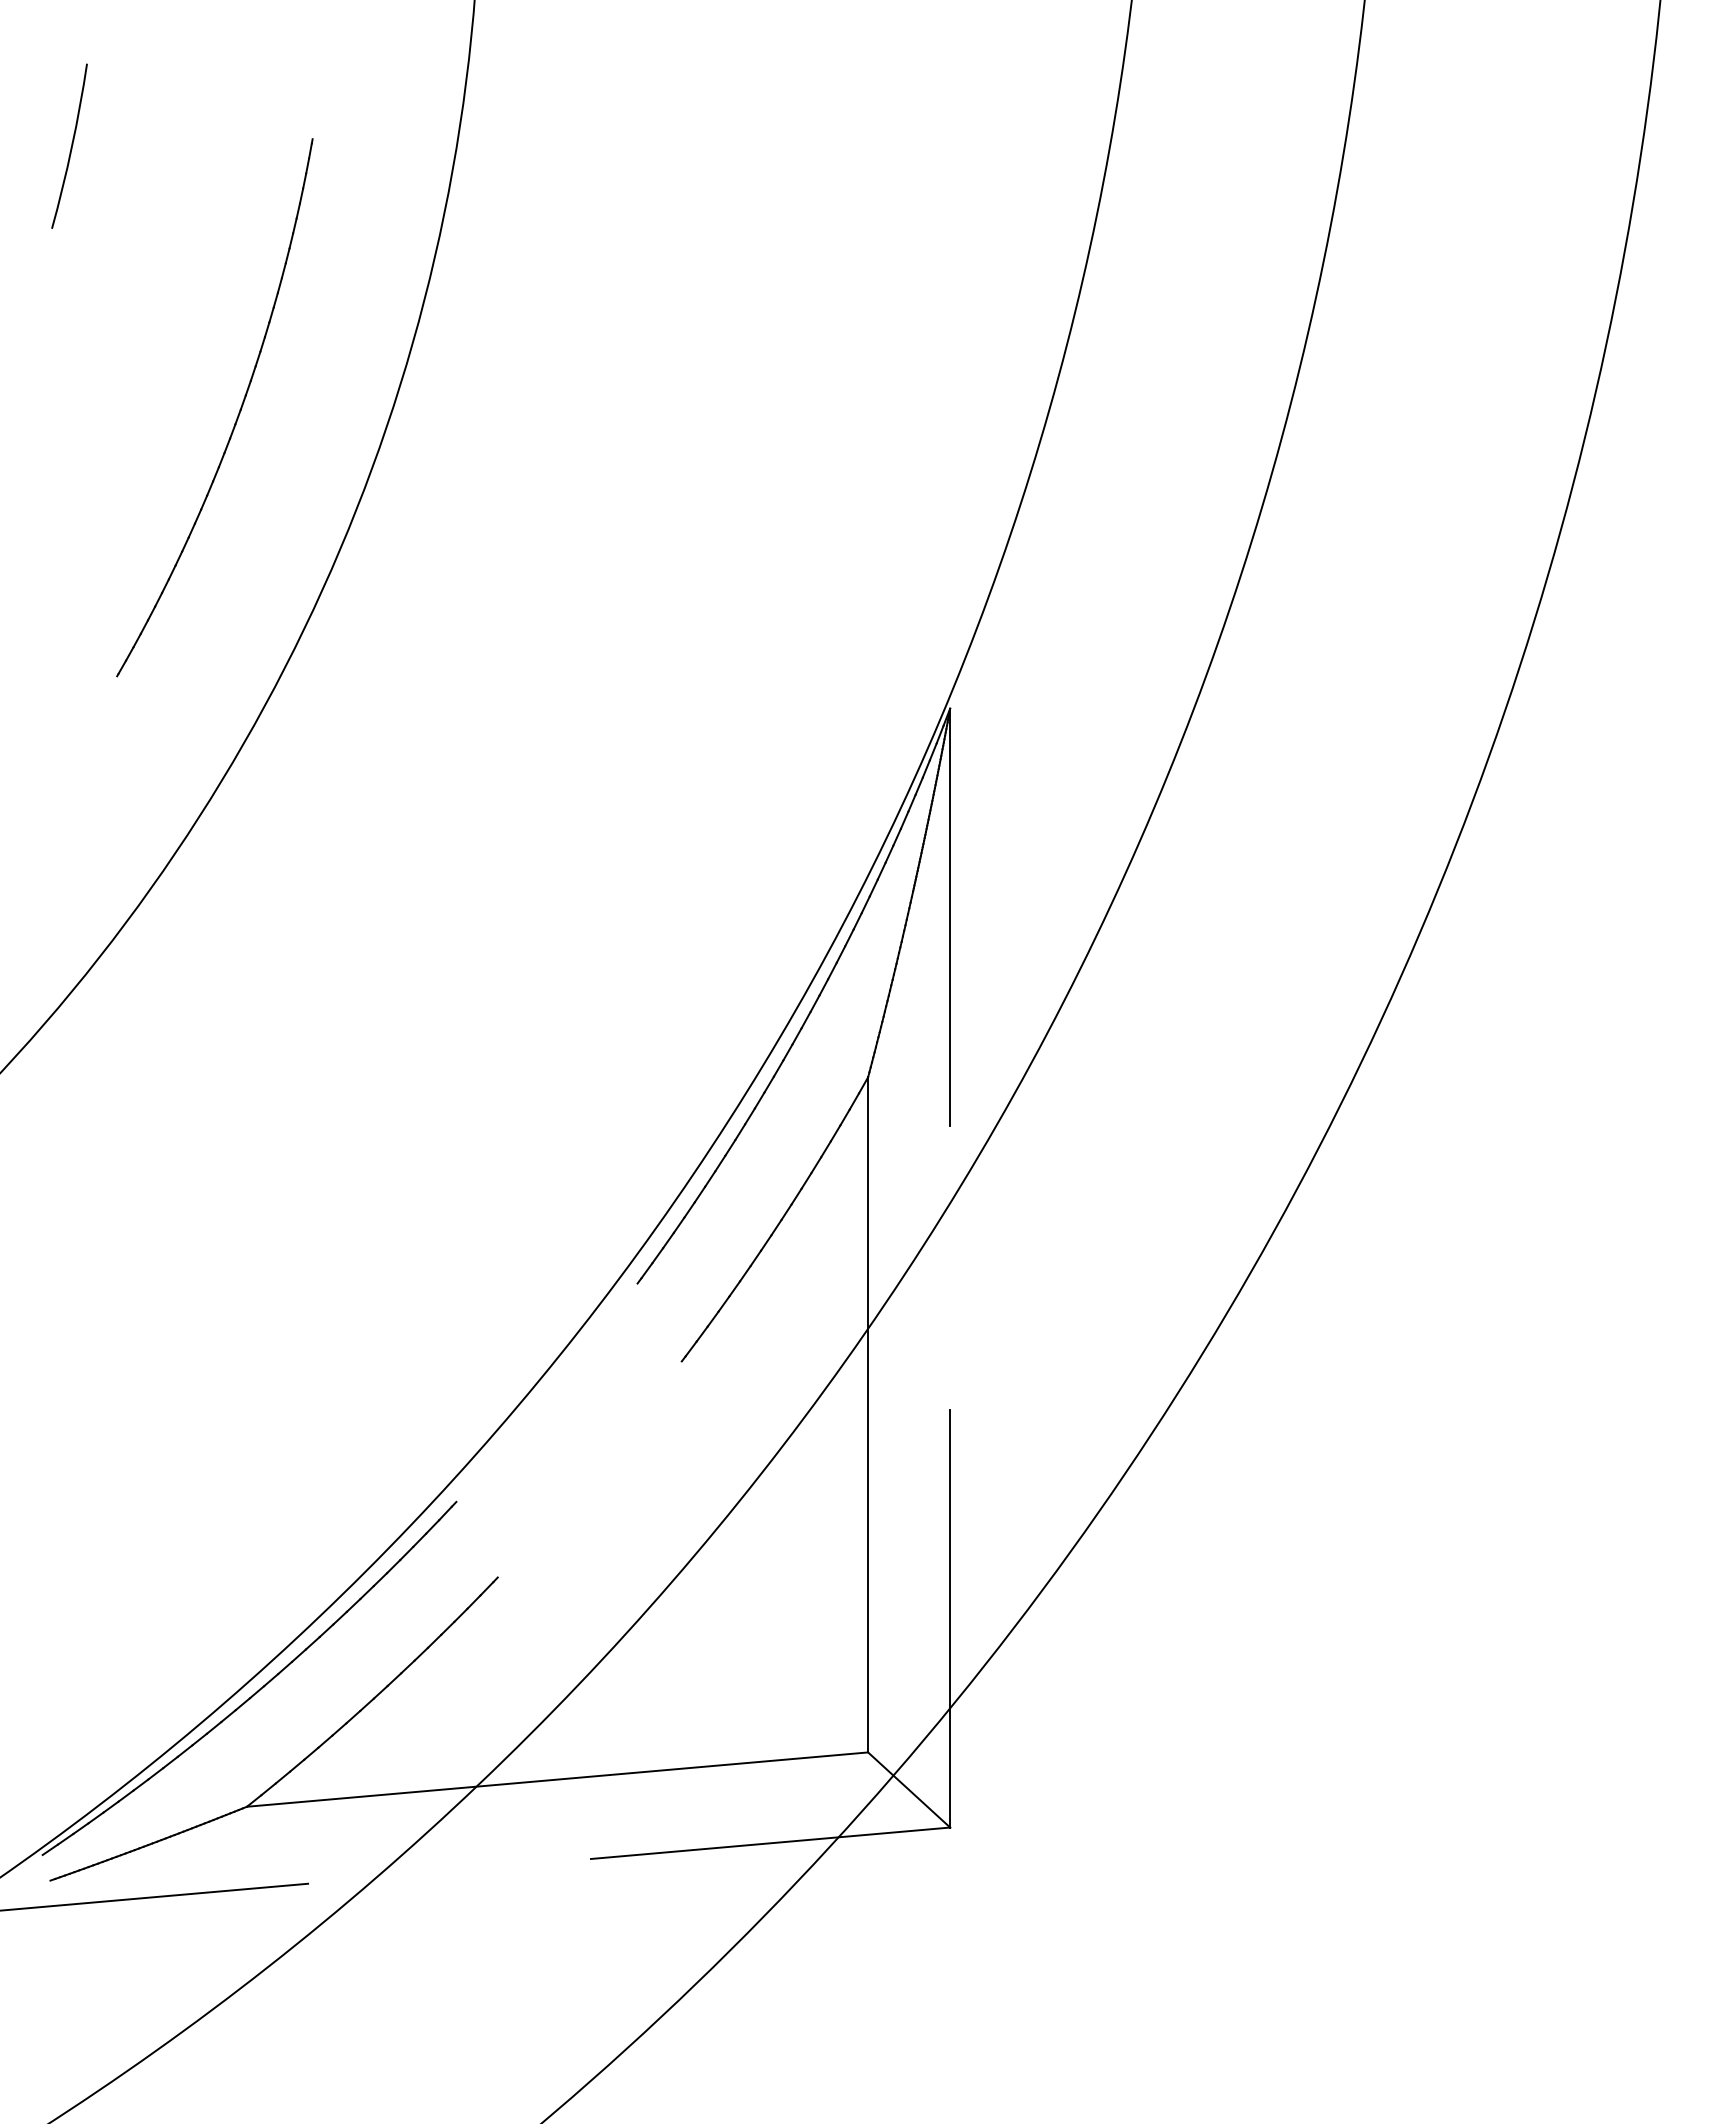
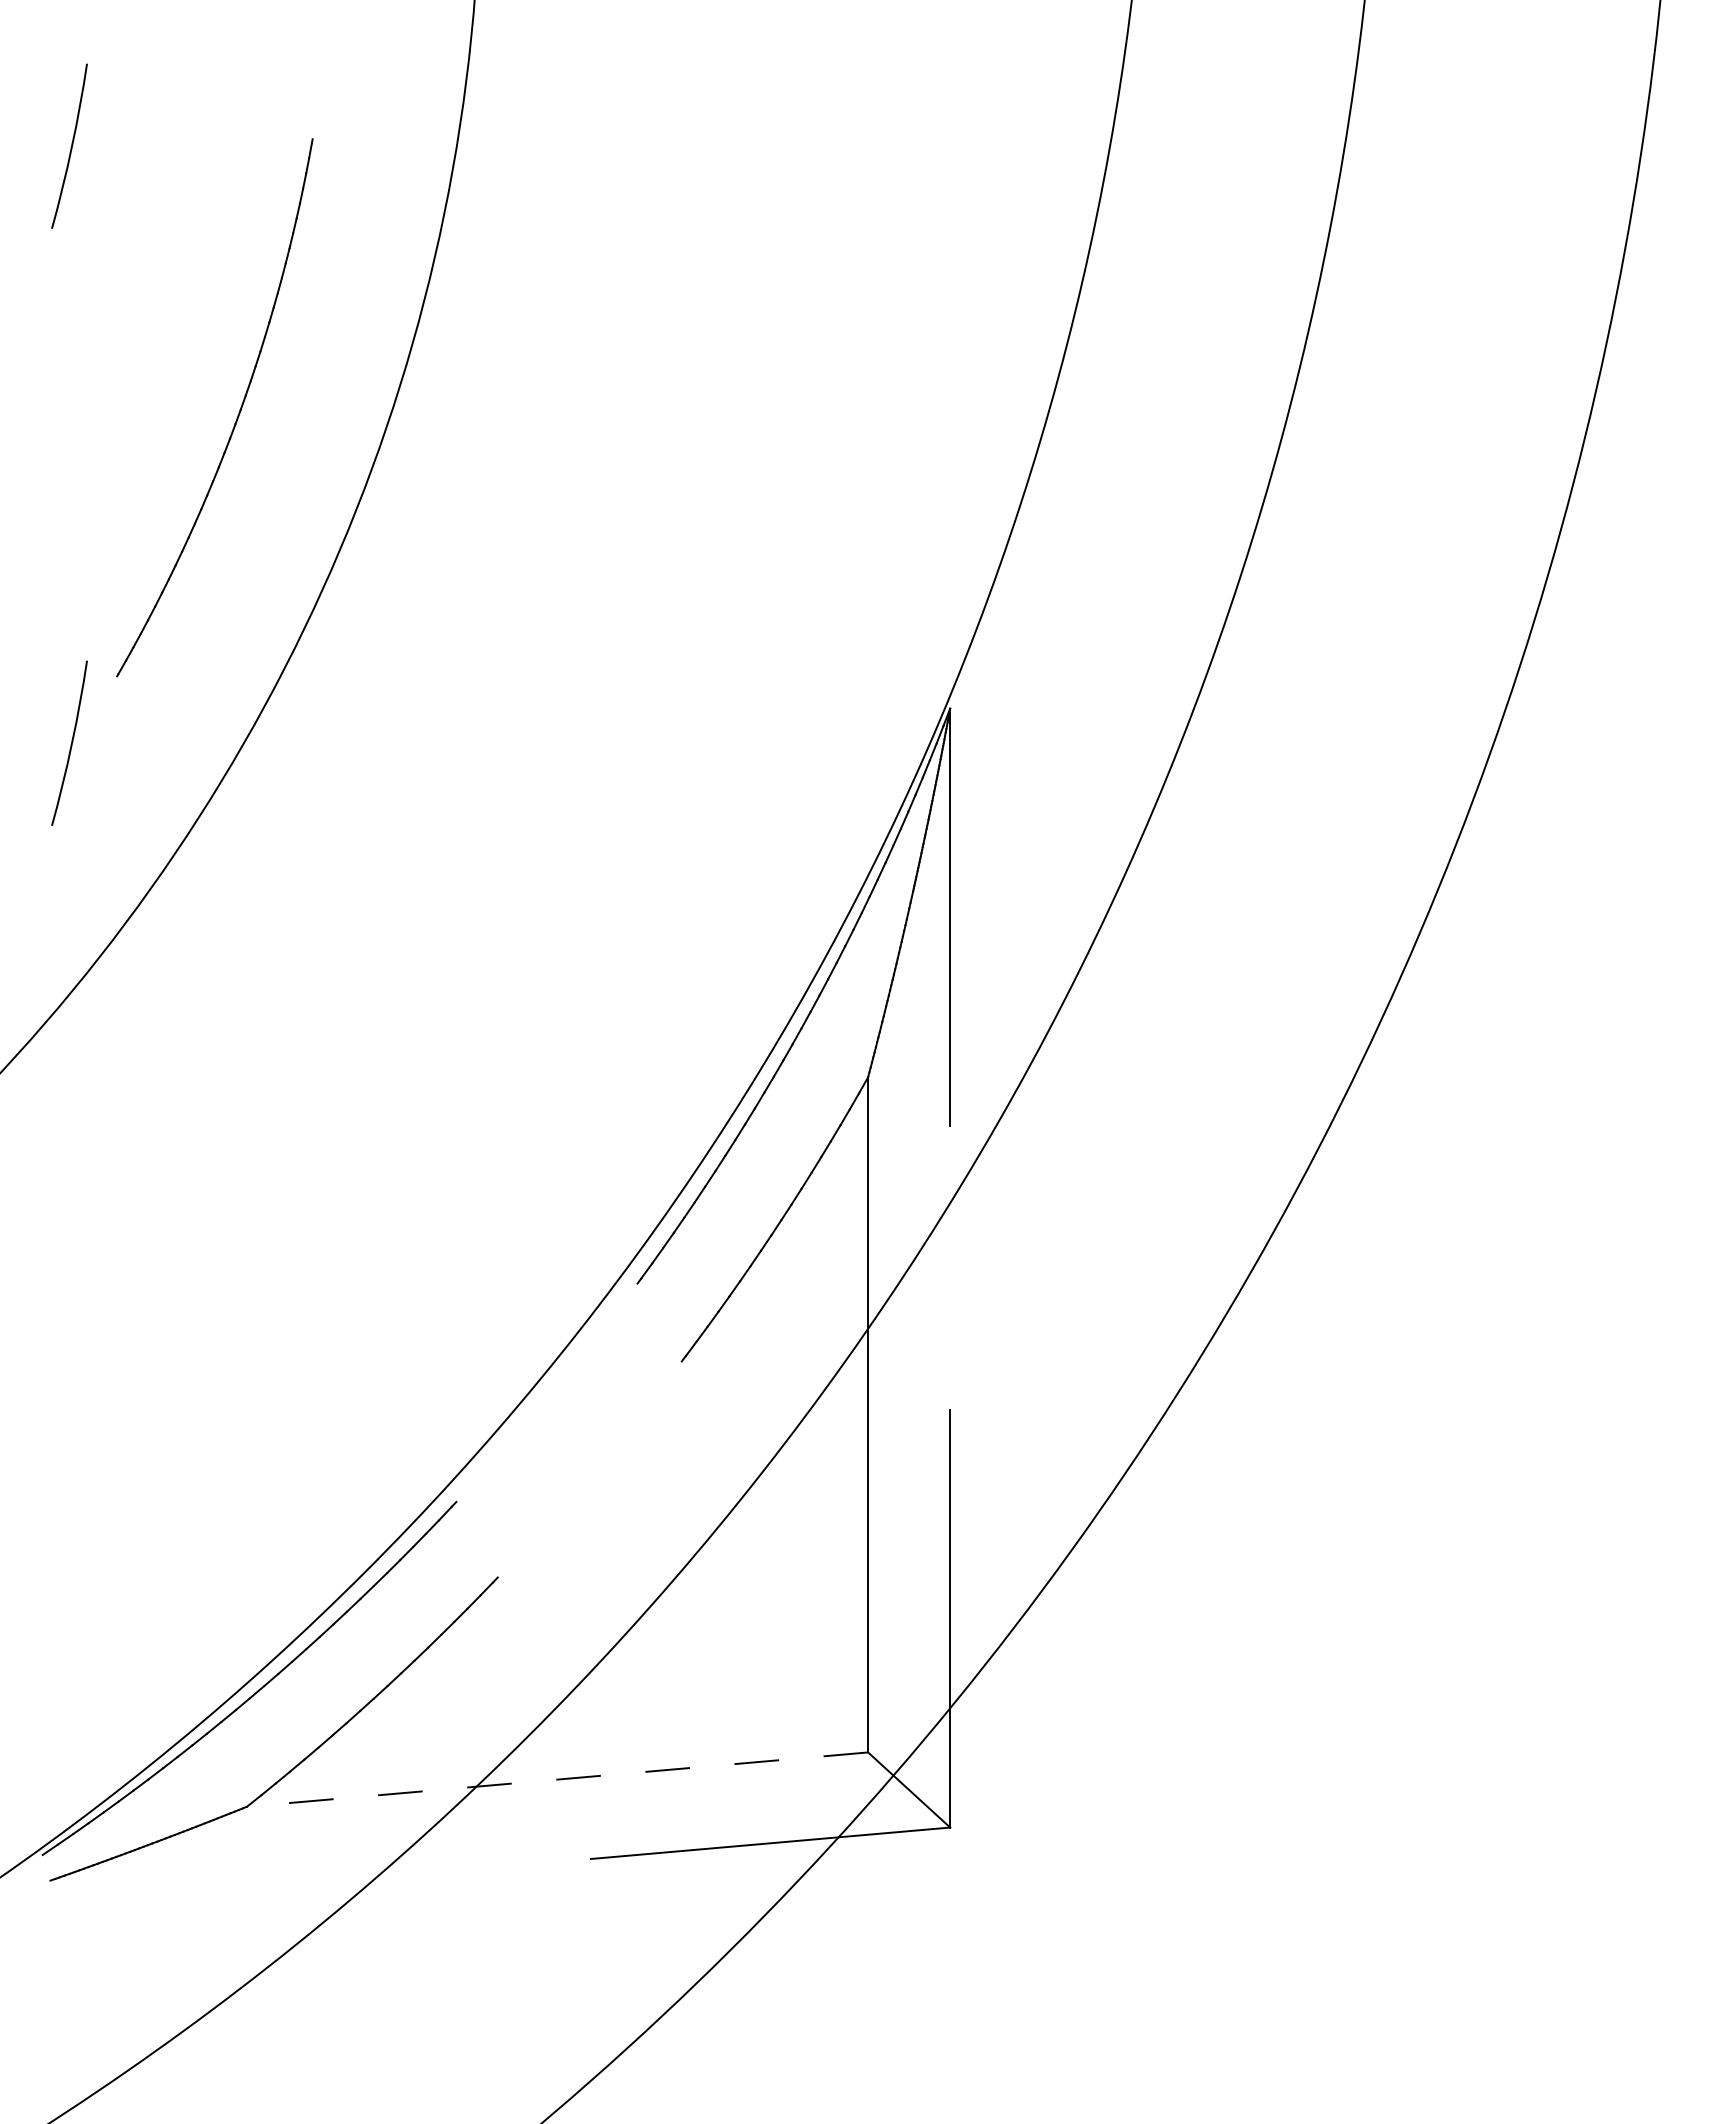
arc at (71, 742): none -> present
line at (557, 1779): solid -> dashed
line at (155, 1896): present -> none
